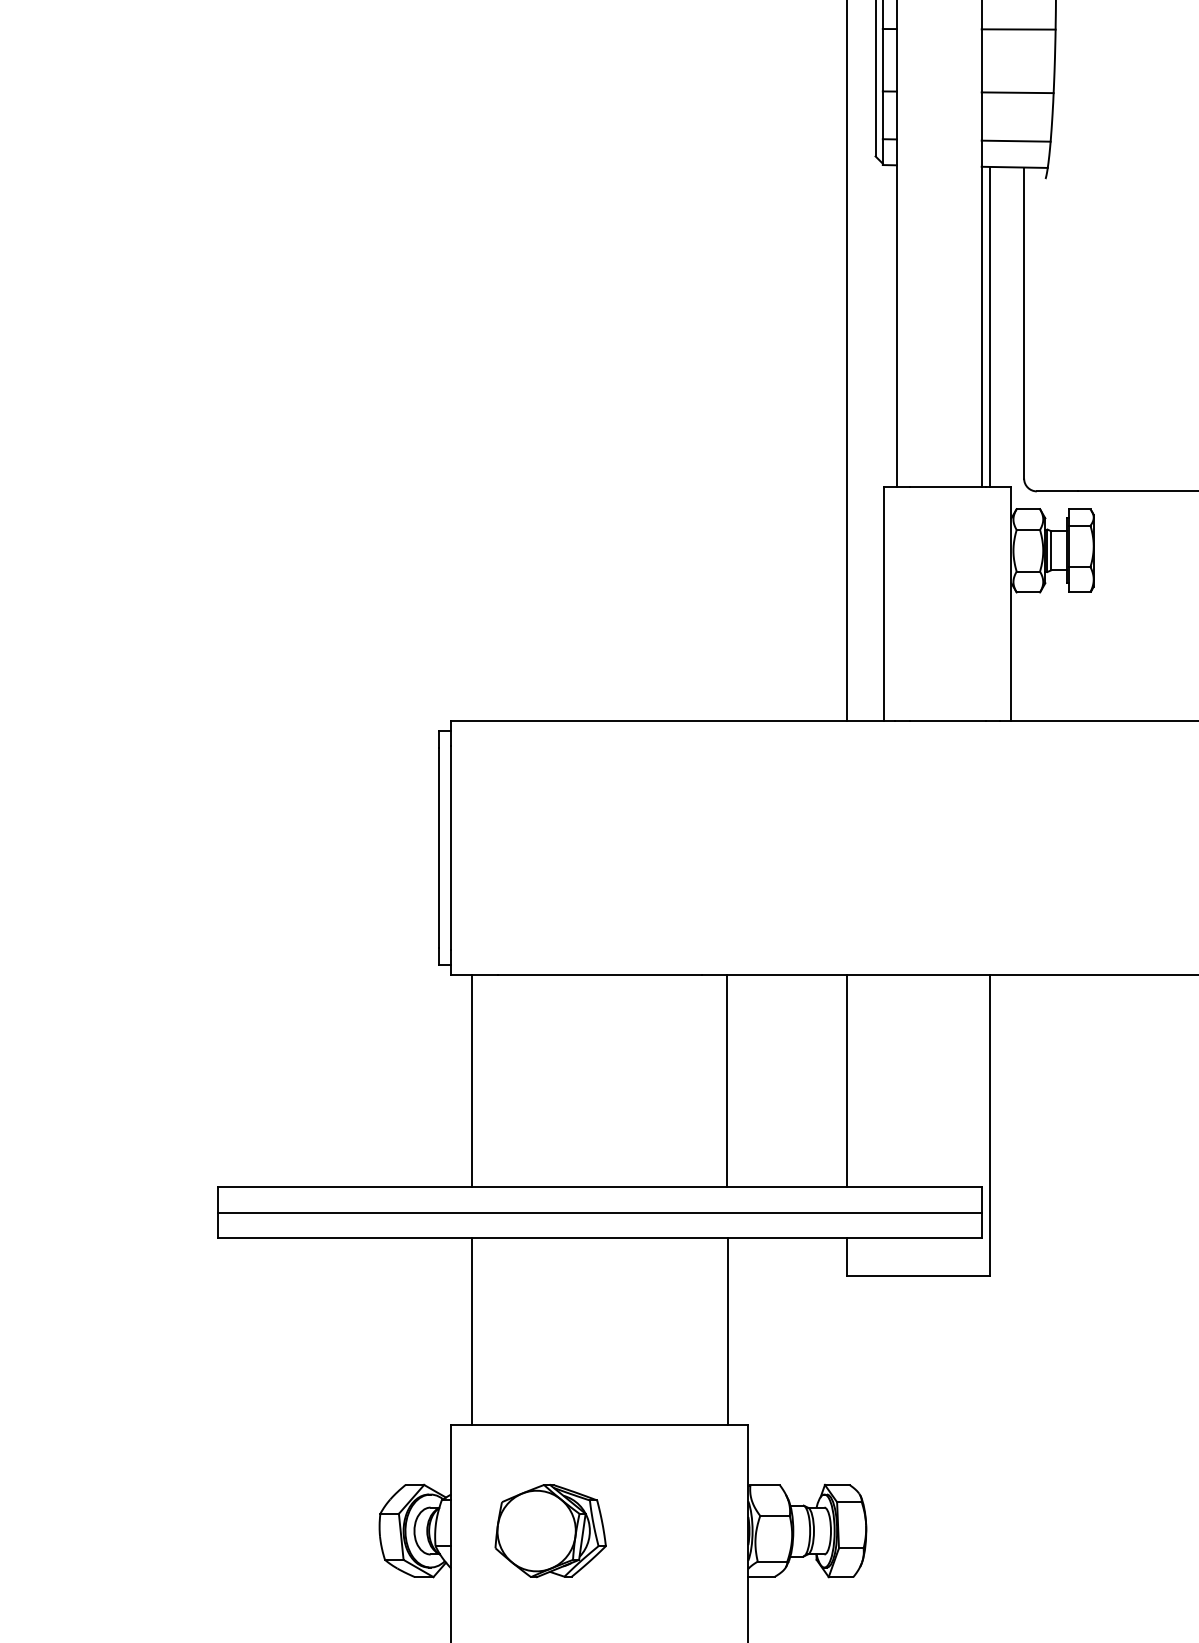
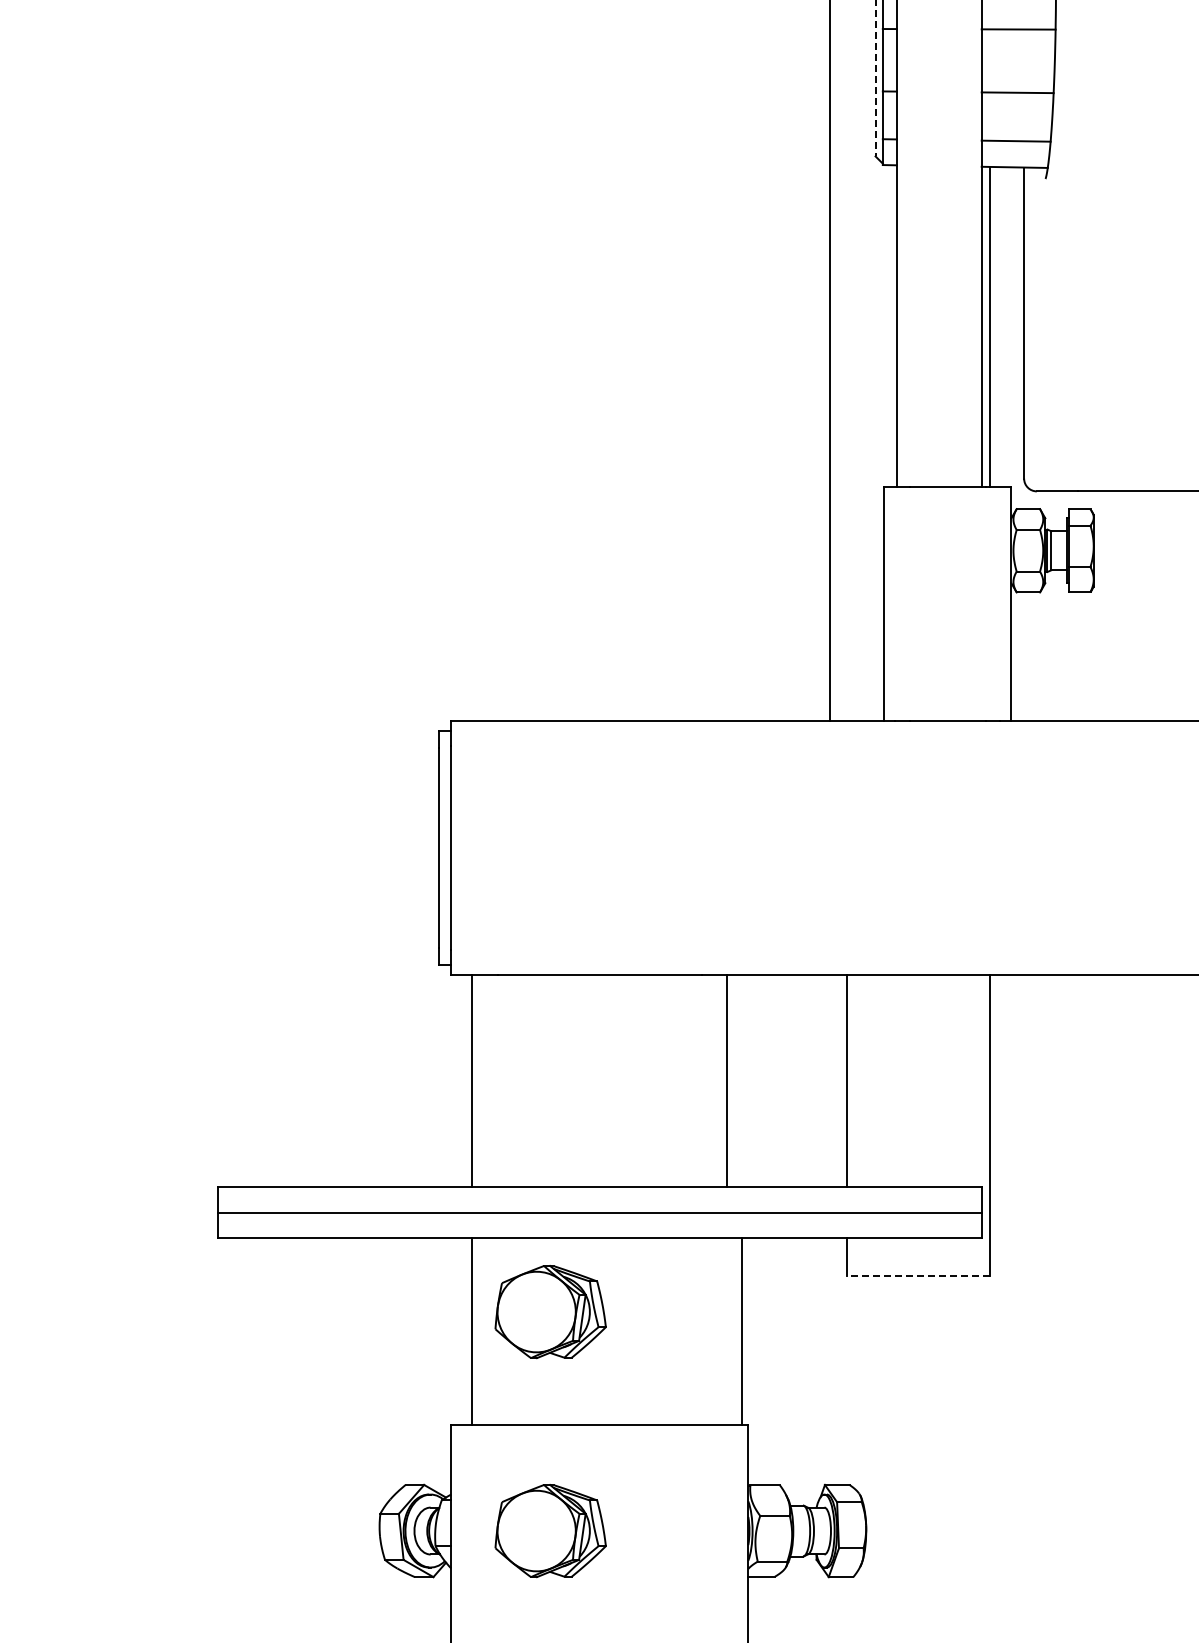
line at (875, 78): solid -> dashed
line at (846, 361) position: (846, 361) -> (829, 361)
line at (918, 1276): solid -> dashed
part at (550, 1312): none -> present
line at (727, 1331) position: (727, 1331) -> (741, 1331)
